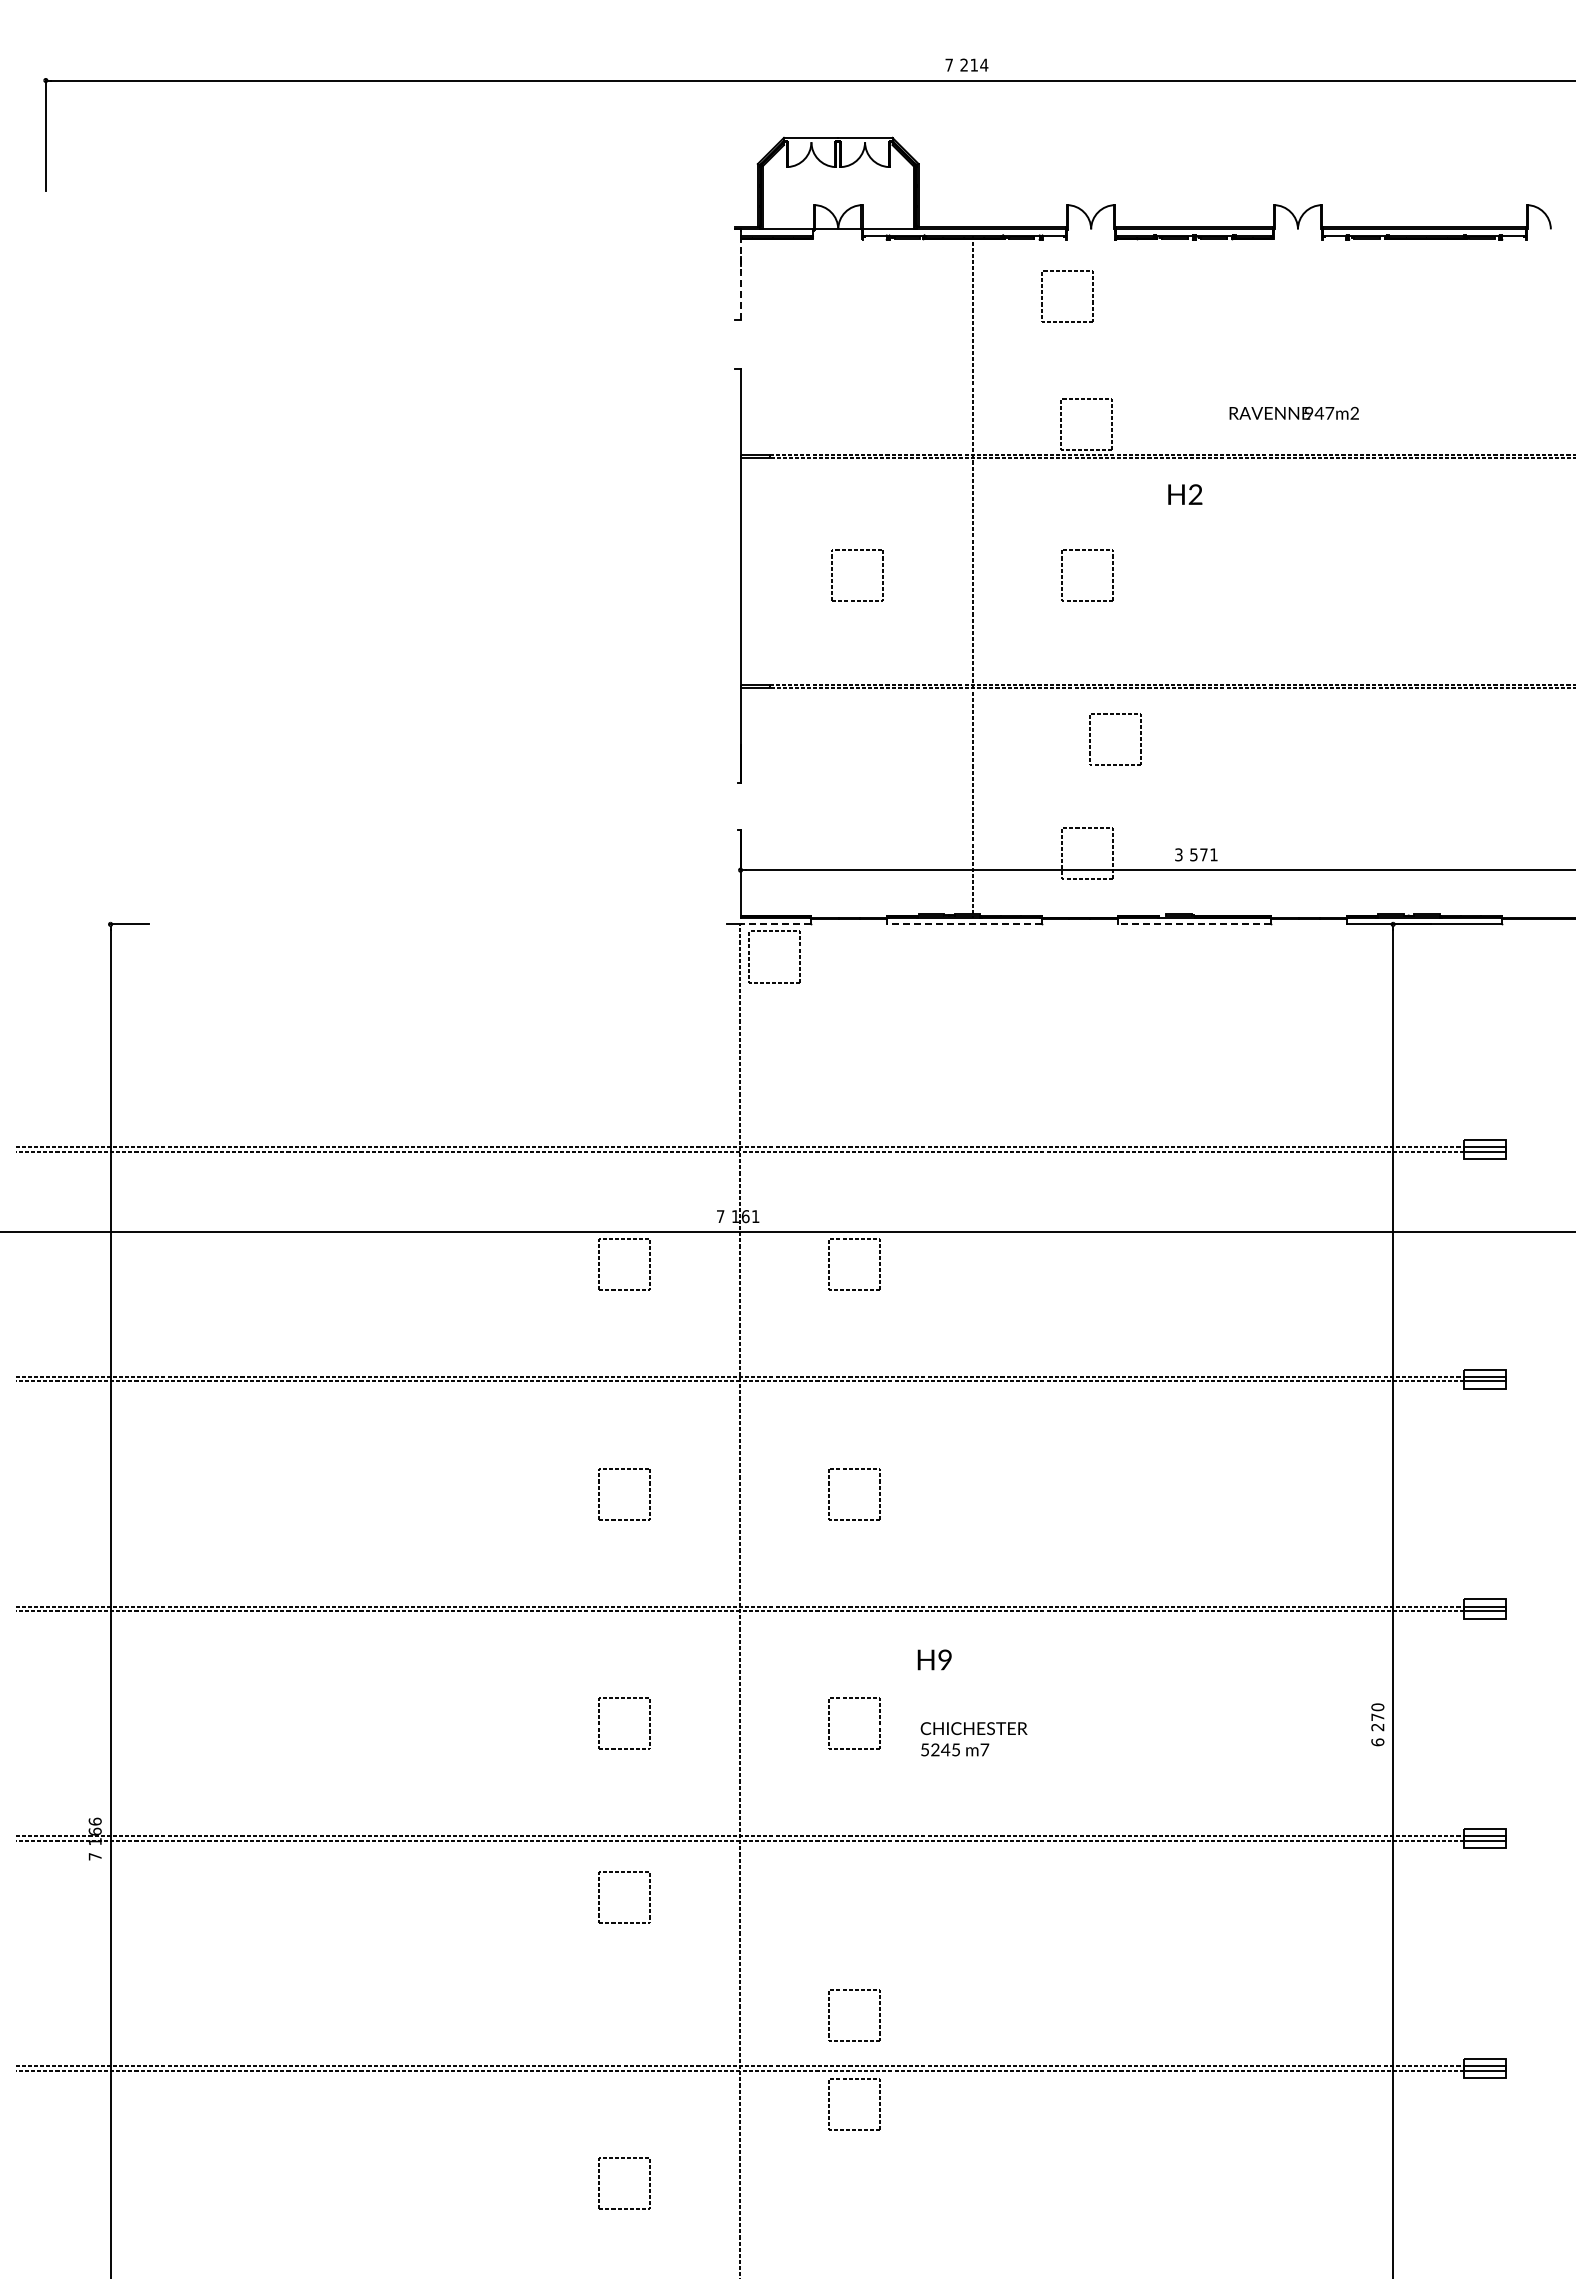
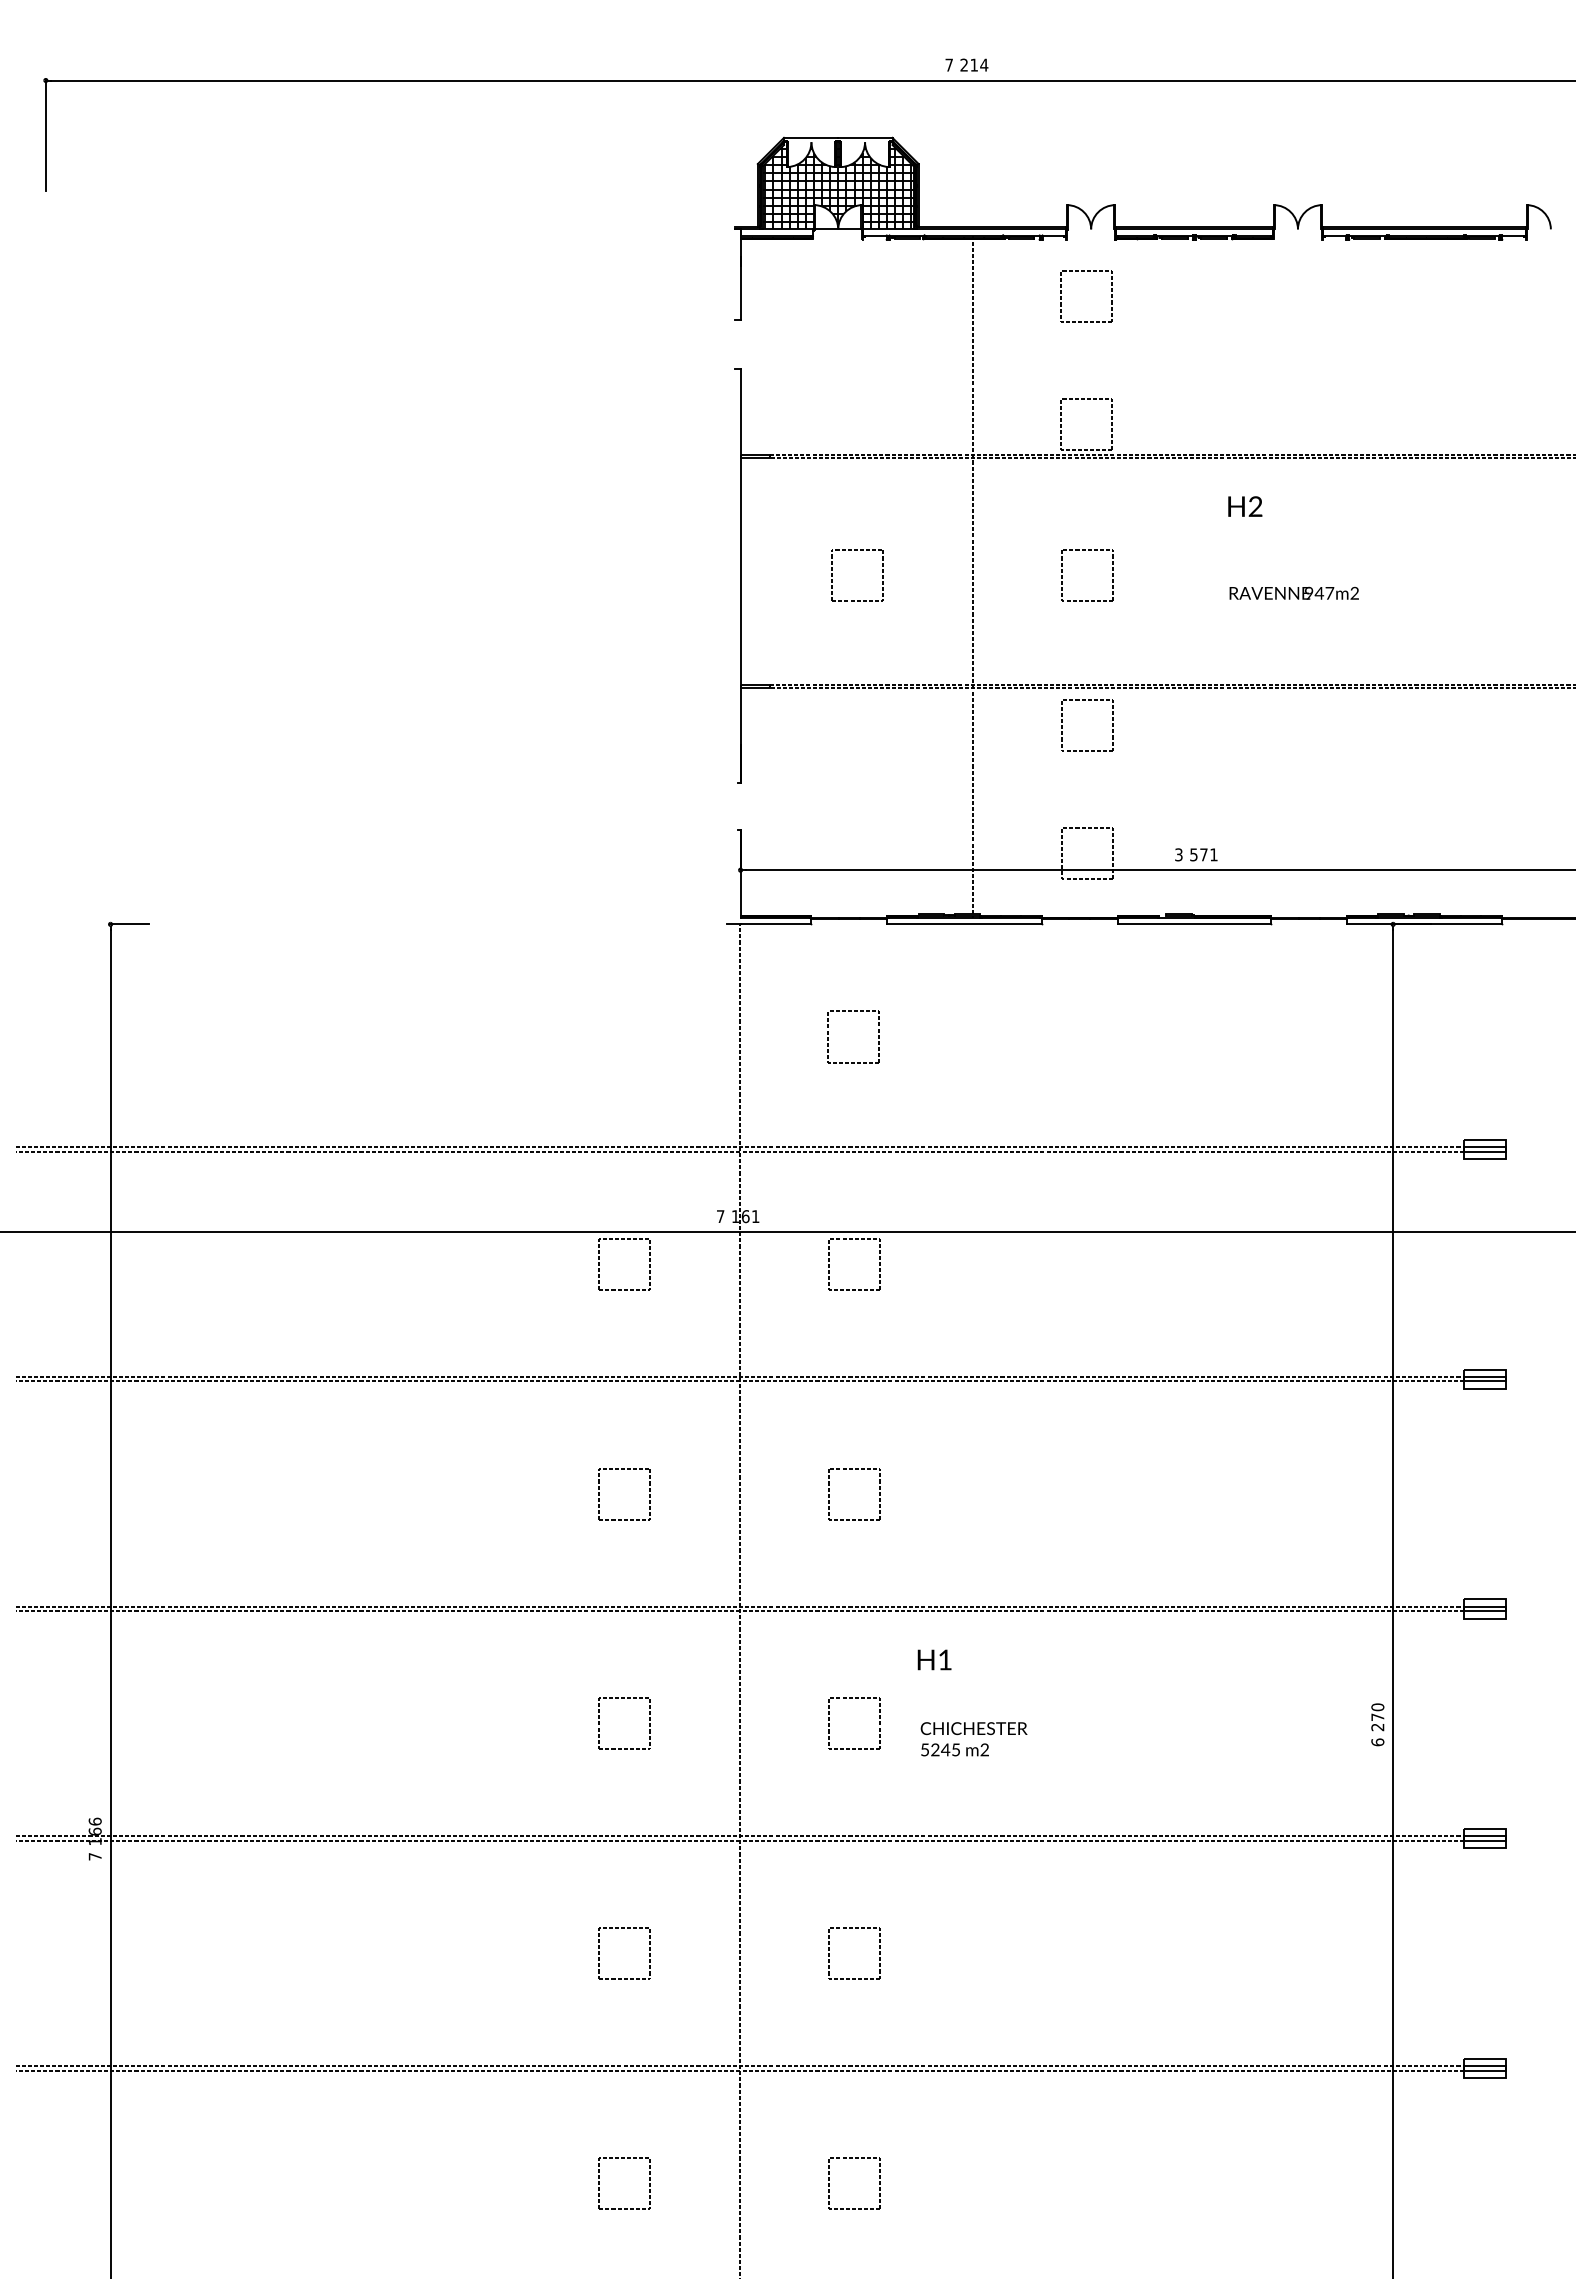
hatch at (837, 185): none -> present
line at (740, 274): dashed -> solid
part at (1042, 296) position: (1042, 296) -> (1061, 296)
text at (1293, 412) position: (1293, 412) -> (1293, 592)
text at (1185, 494) position: (1185, 494) -> (1245, 506)
part at (1090, 739) position: (1090, 739) -> (1062, 725)
line at (775, 924): dashed -> solid
line at (964, 924): dashed -> solid
line at (1194, 924): dashed -> solid
part at (799, 956) position: (799, 956) -> (878, 1036)
text at (944, 1659): H9 -> H1
text at (984, 1749): m7 -> m2
part at (624, 1872) position: (624, 1872) -> (624, 1928)
part at (829, 2015) position: (829, 2015) -> (829, 1953)
part at (829, 2104) position: (829, 2104) -> (829, 2183)
